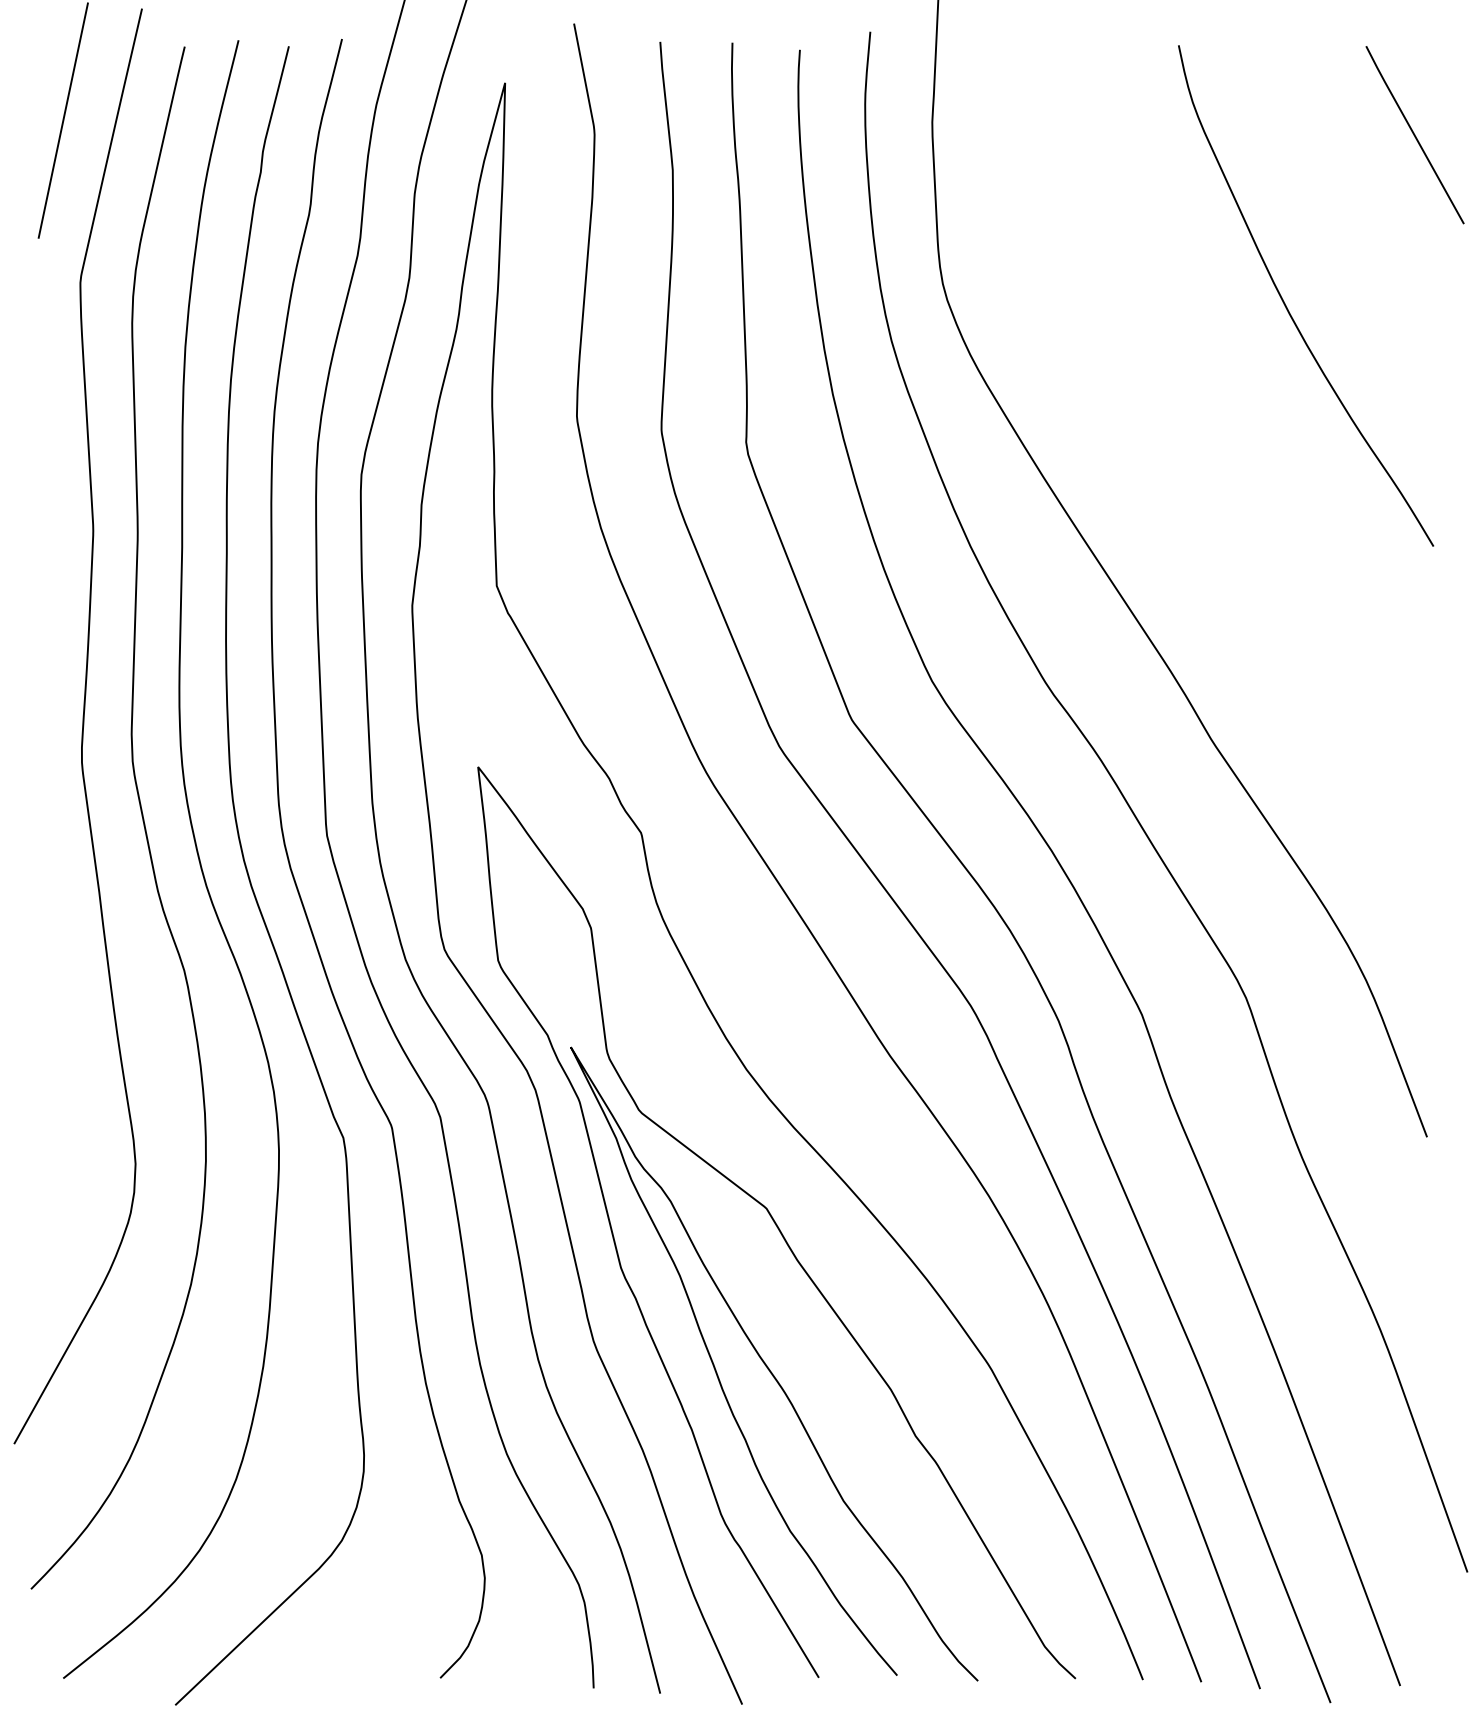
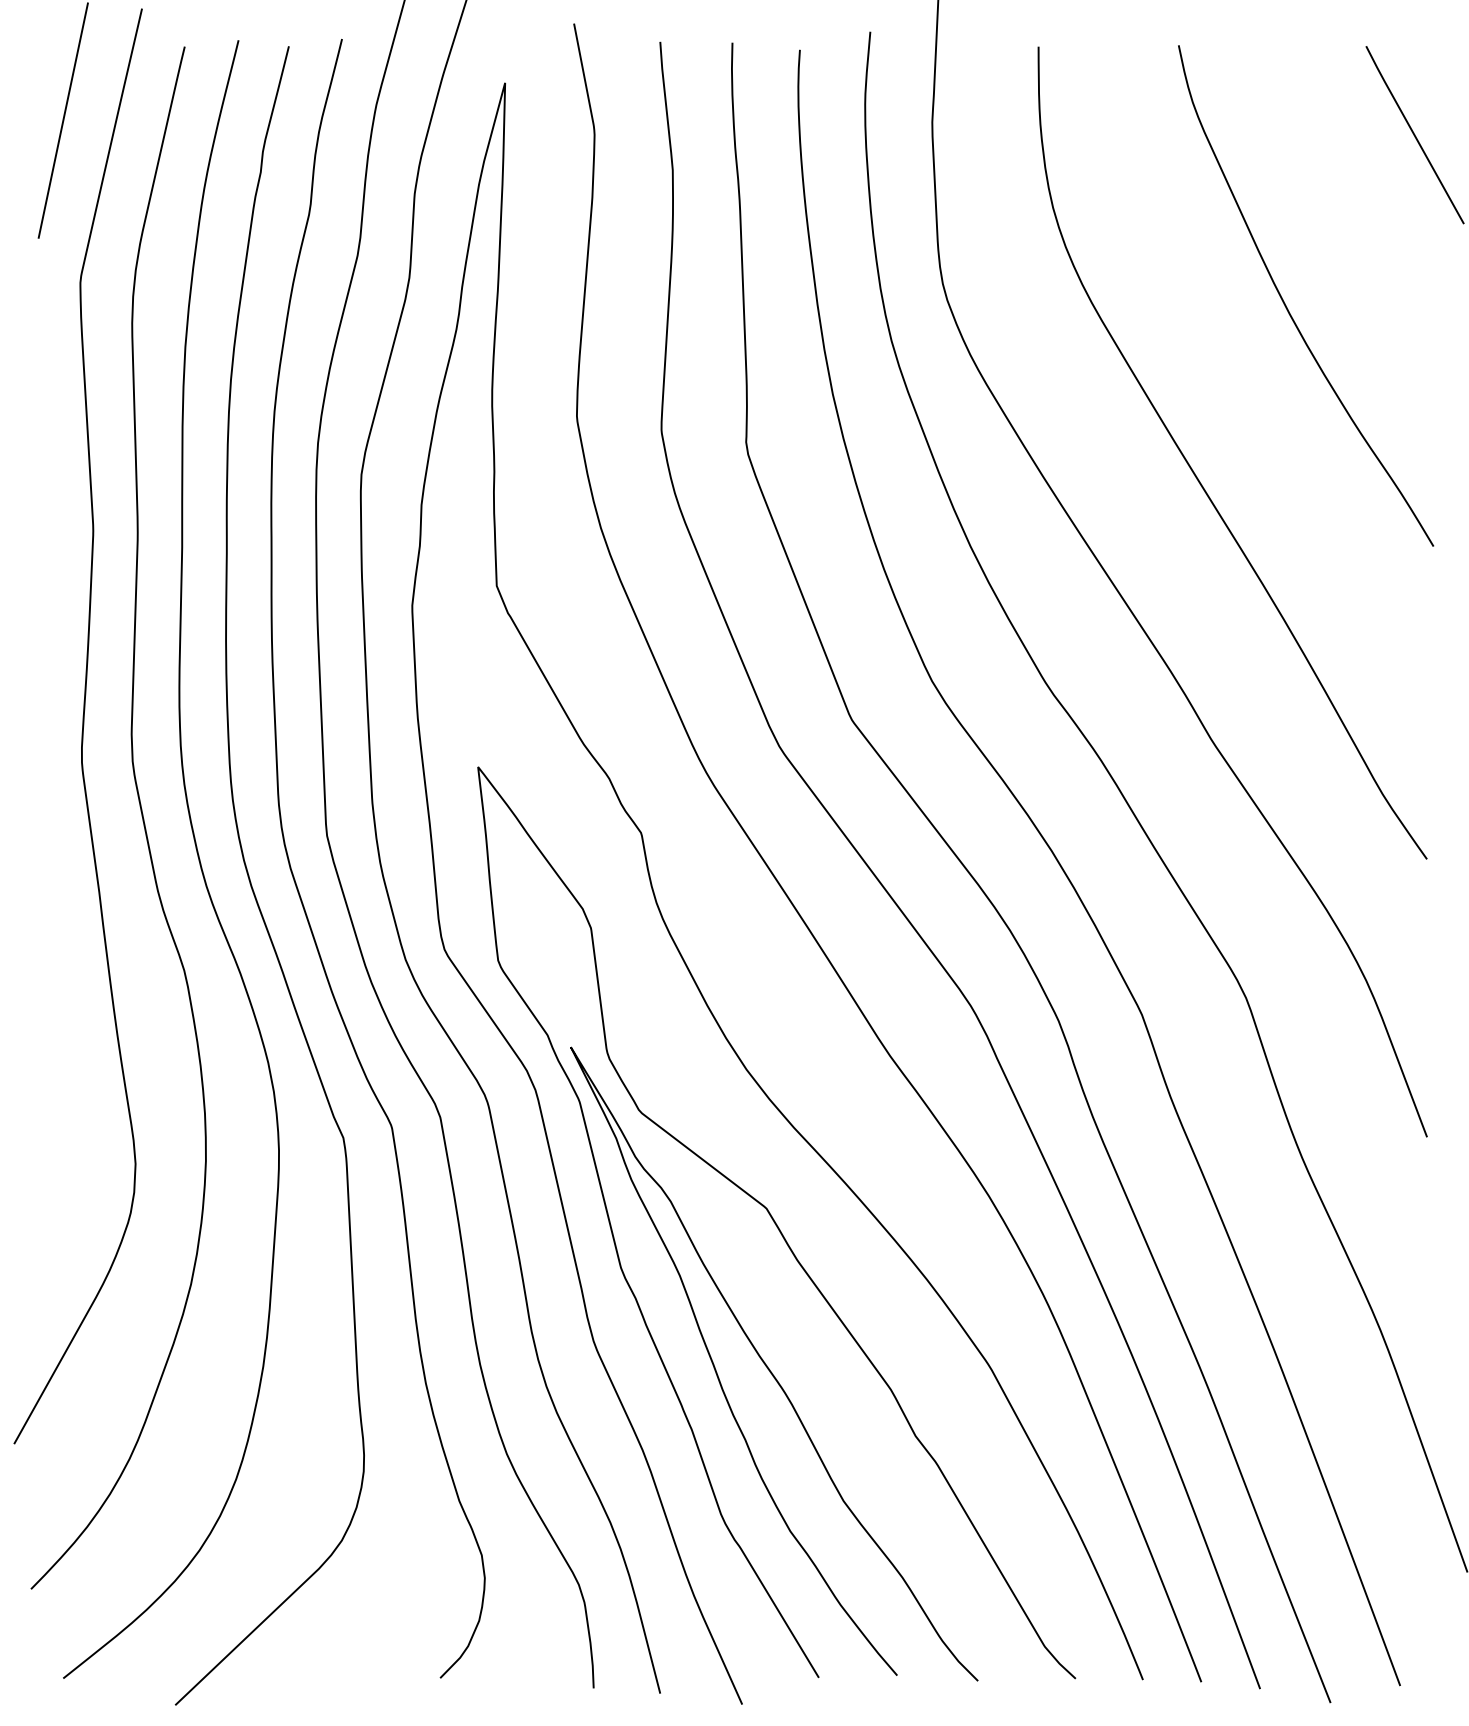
curve at (1197, 476): none -> present
